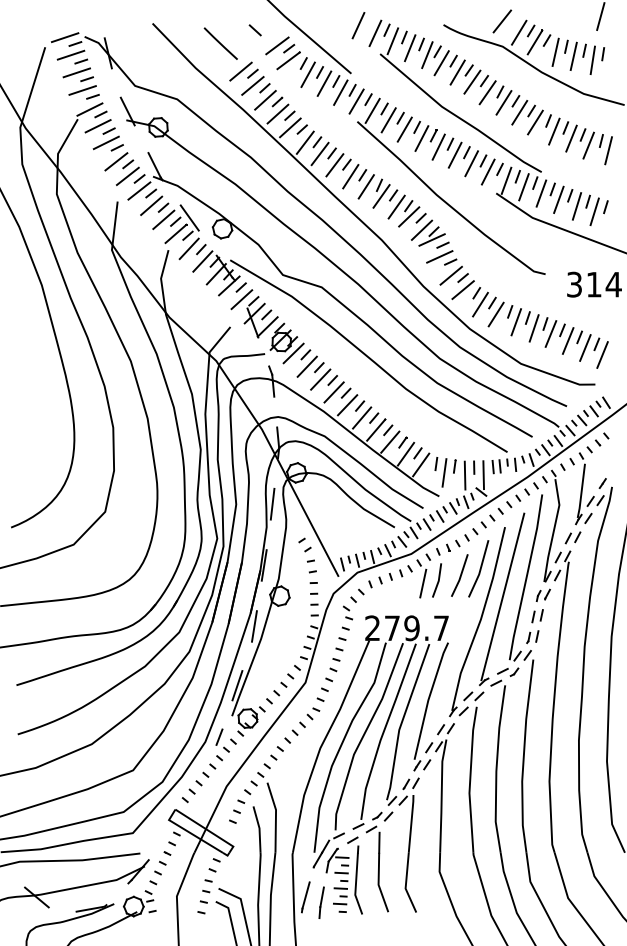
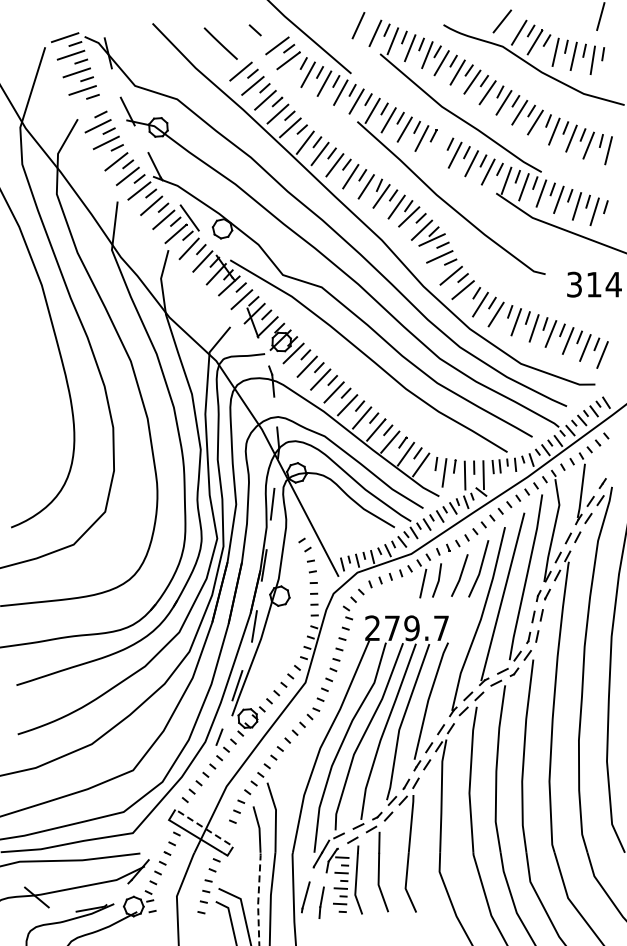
line at (89, 109): present -> none
line at (438, 146): present -> none
line at (207, 830): solid -> dashed
line at (258, 899): solid -> dashed
